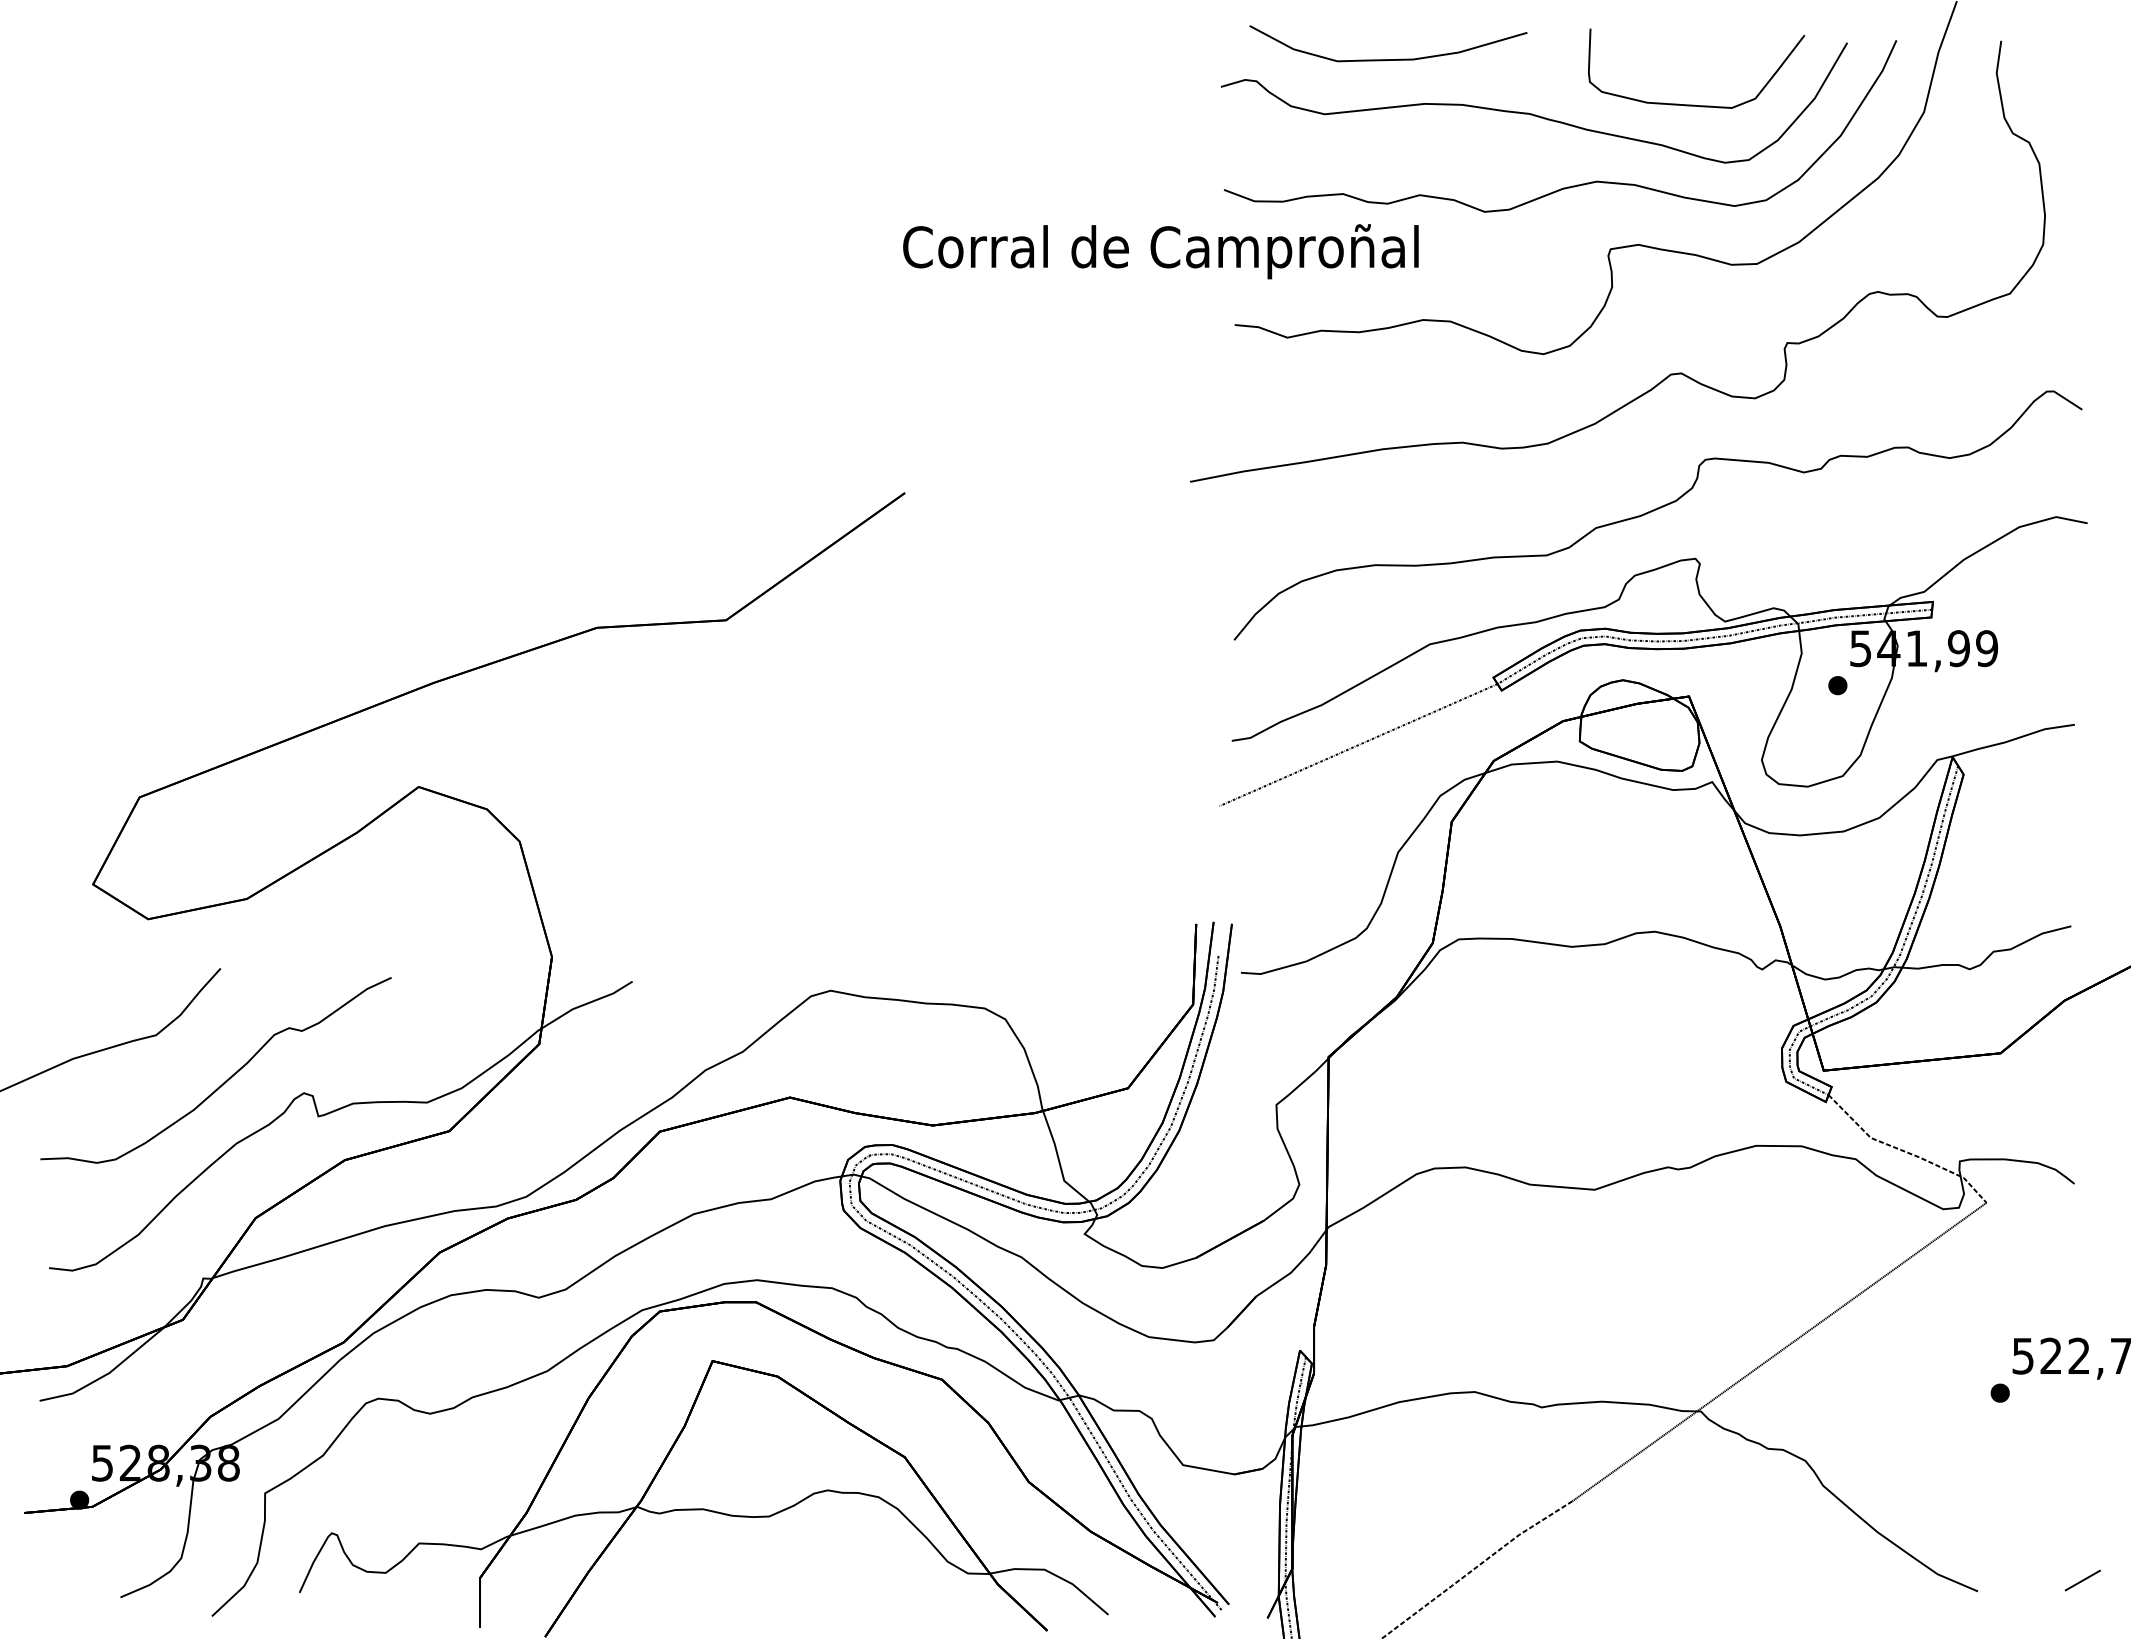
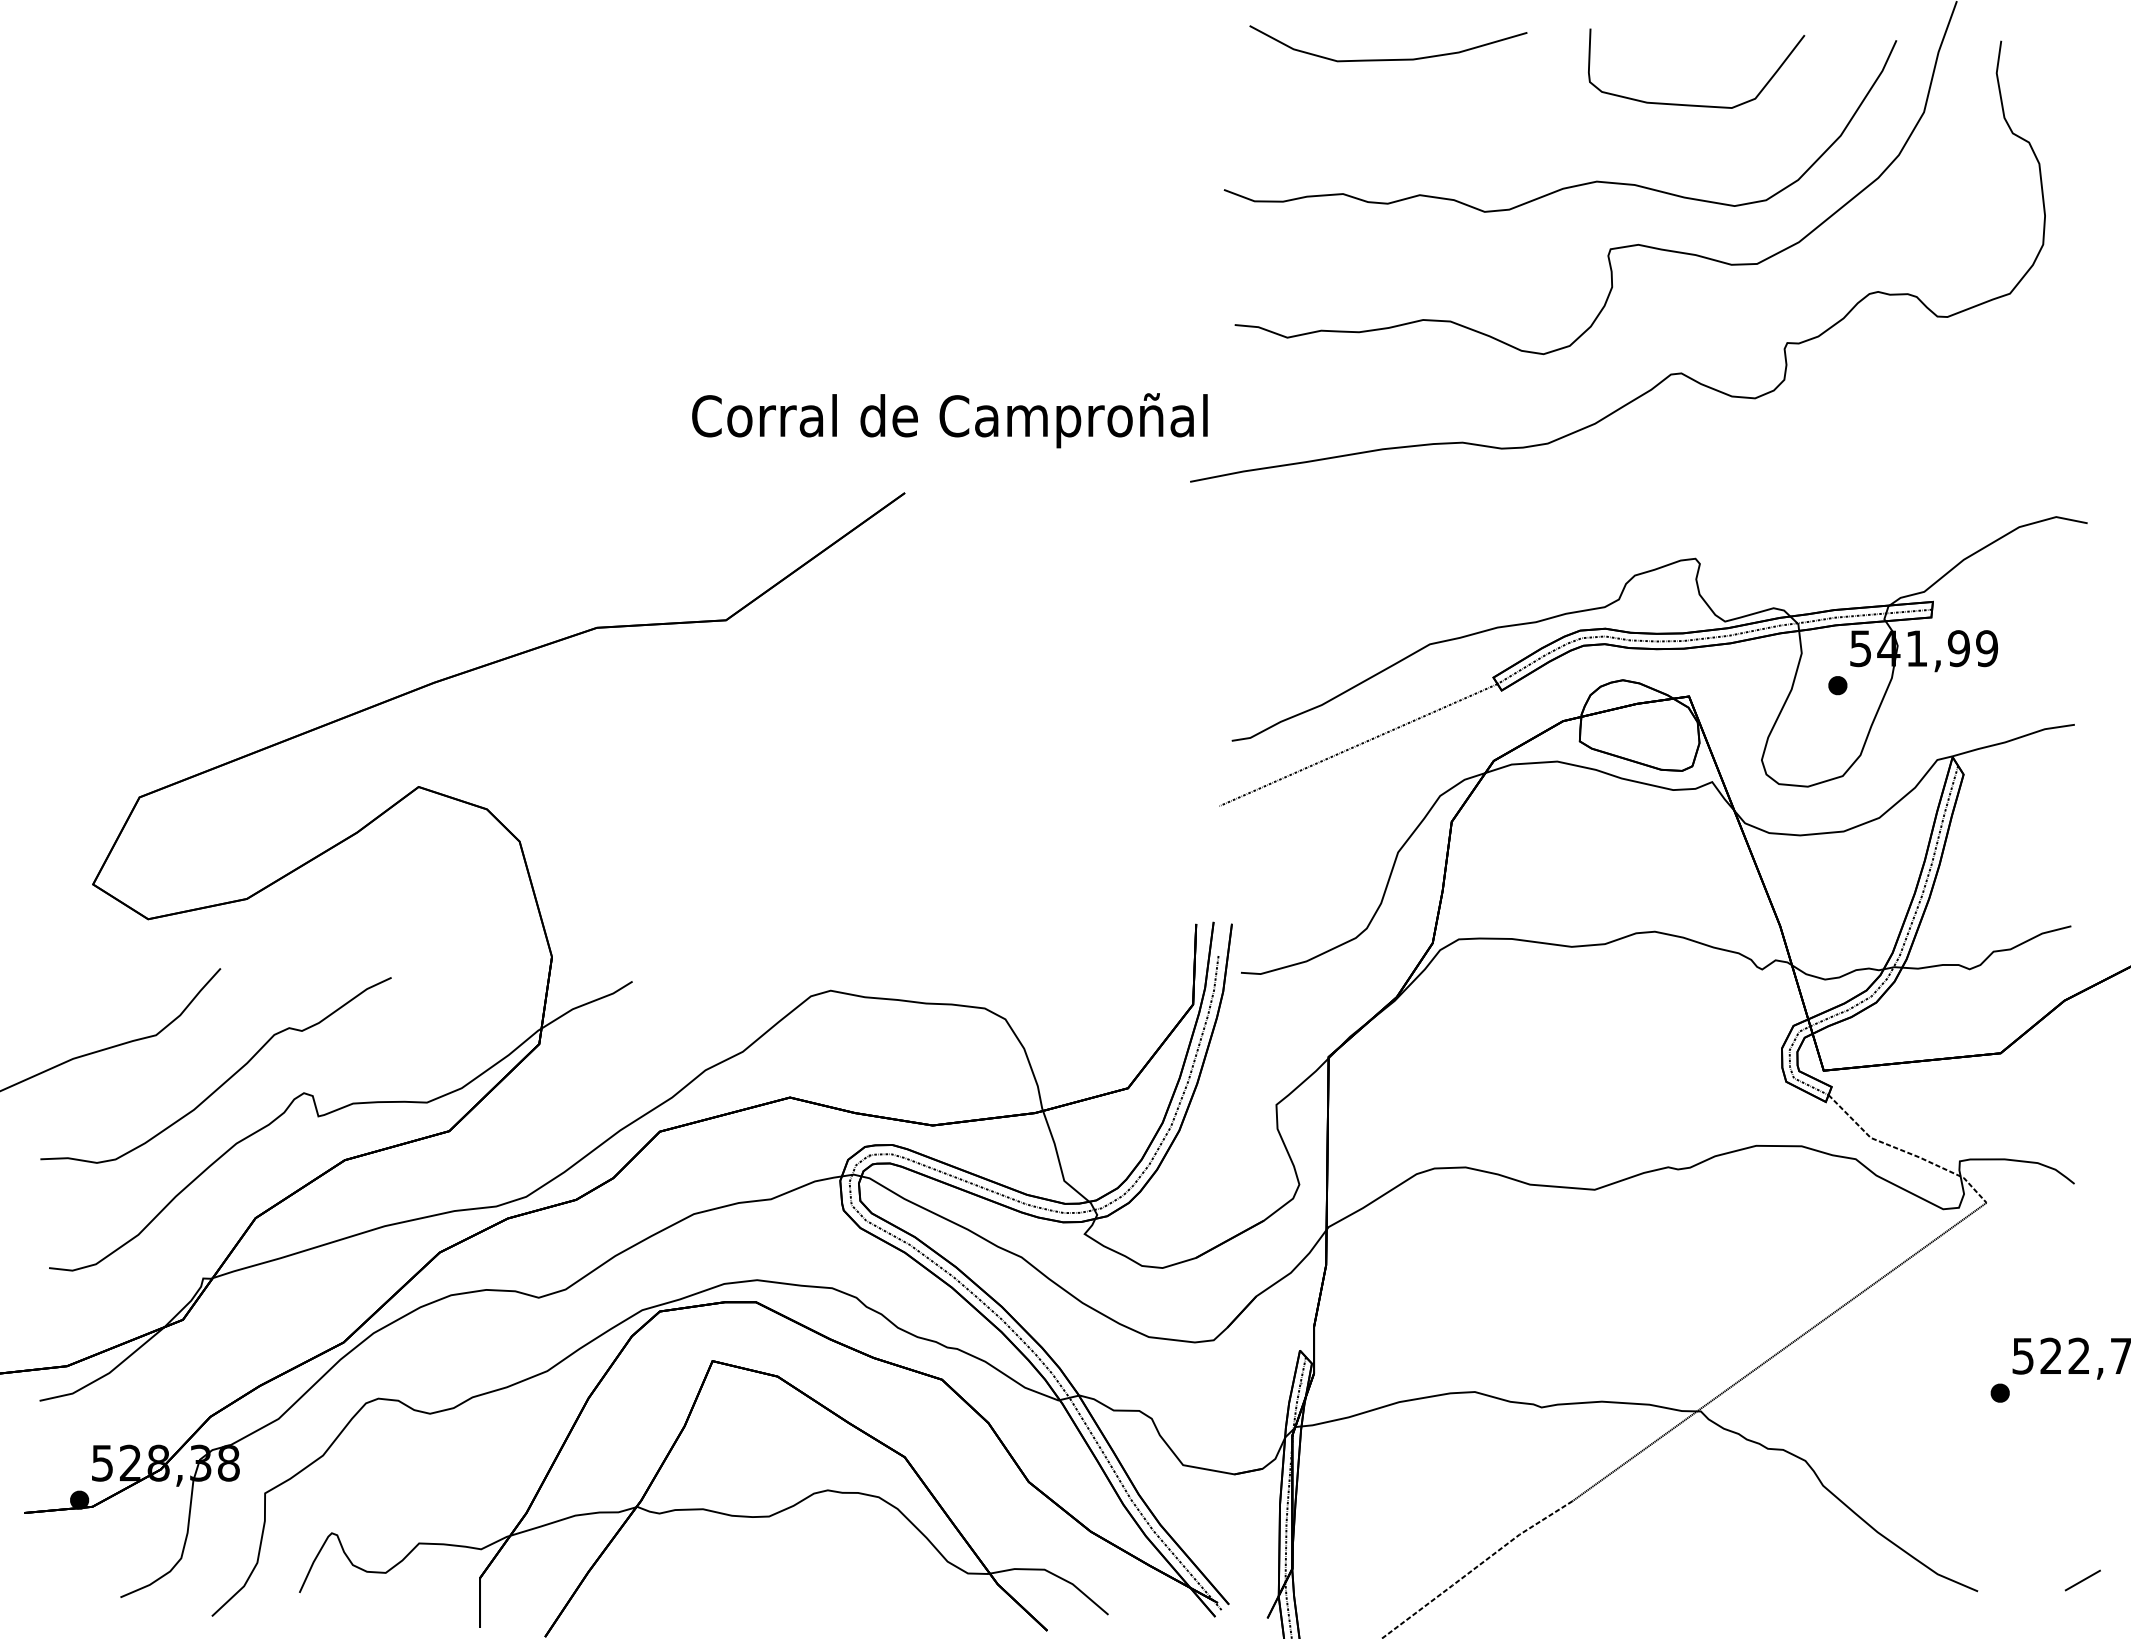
curve at (1532, 113): present -> none
text at (1160, 251) position: (1160, 251) -> (949, 420)
curve at (1656, 510): present -> none
